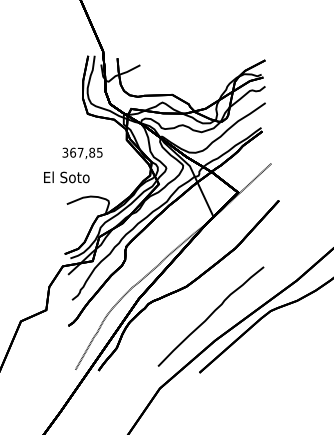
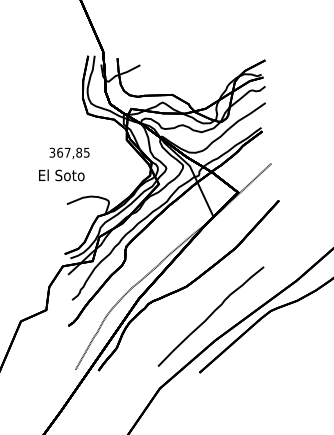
text at (82, 152) position: (82, 152) -> (69, 152)
text at (66, 177) position: (66, 177) -> (61, 175)
